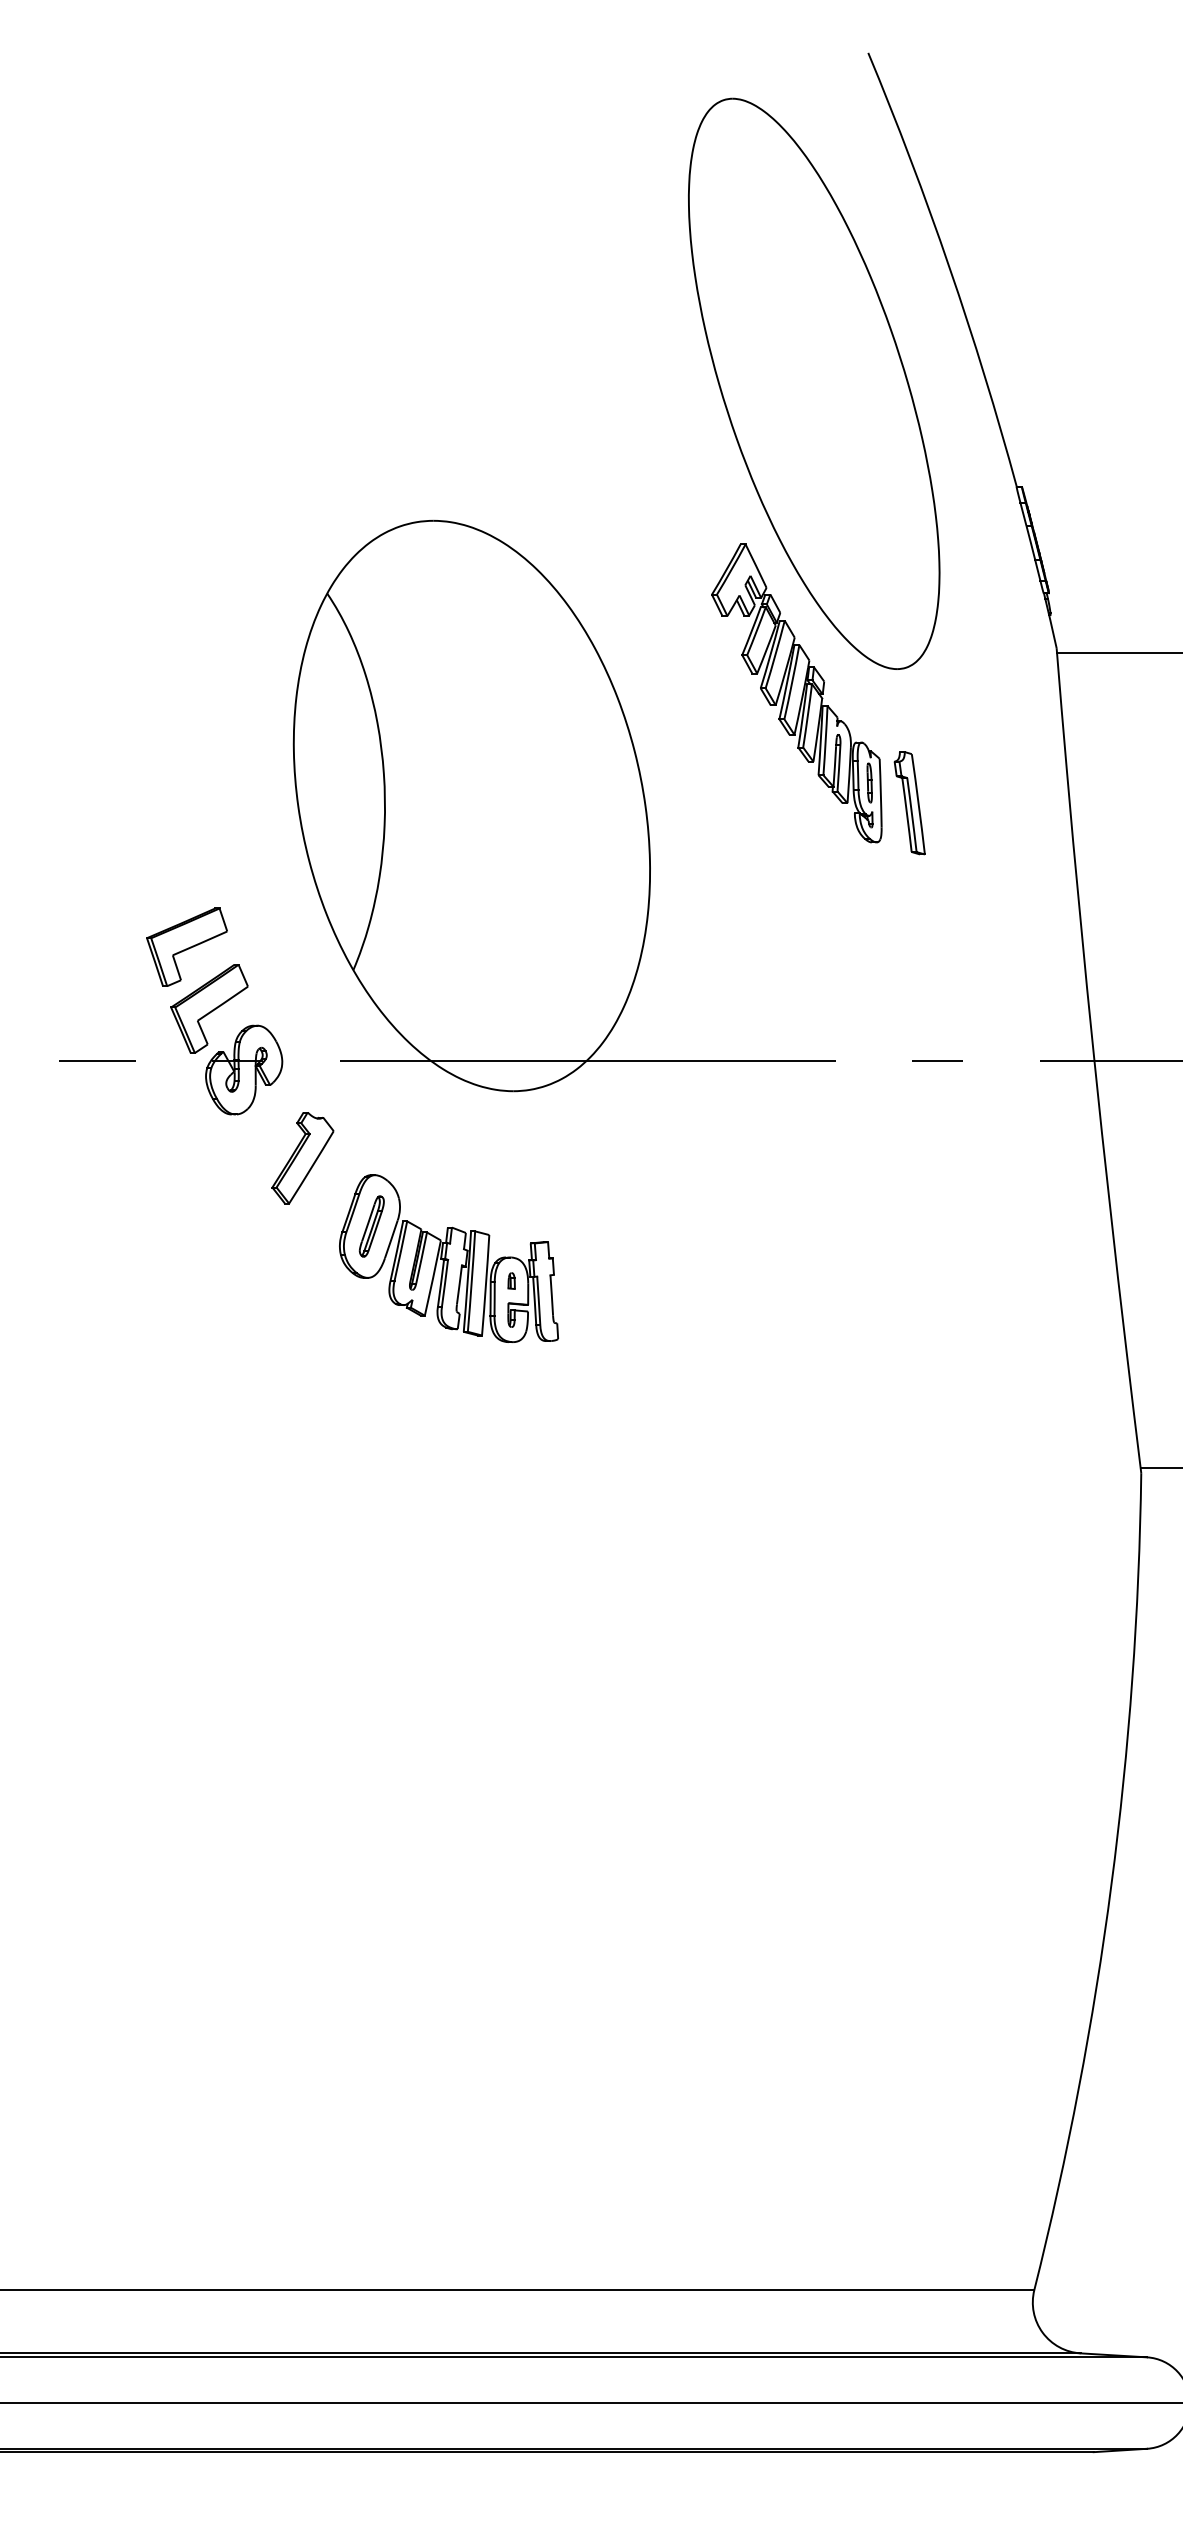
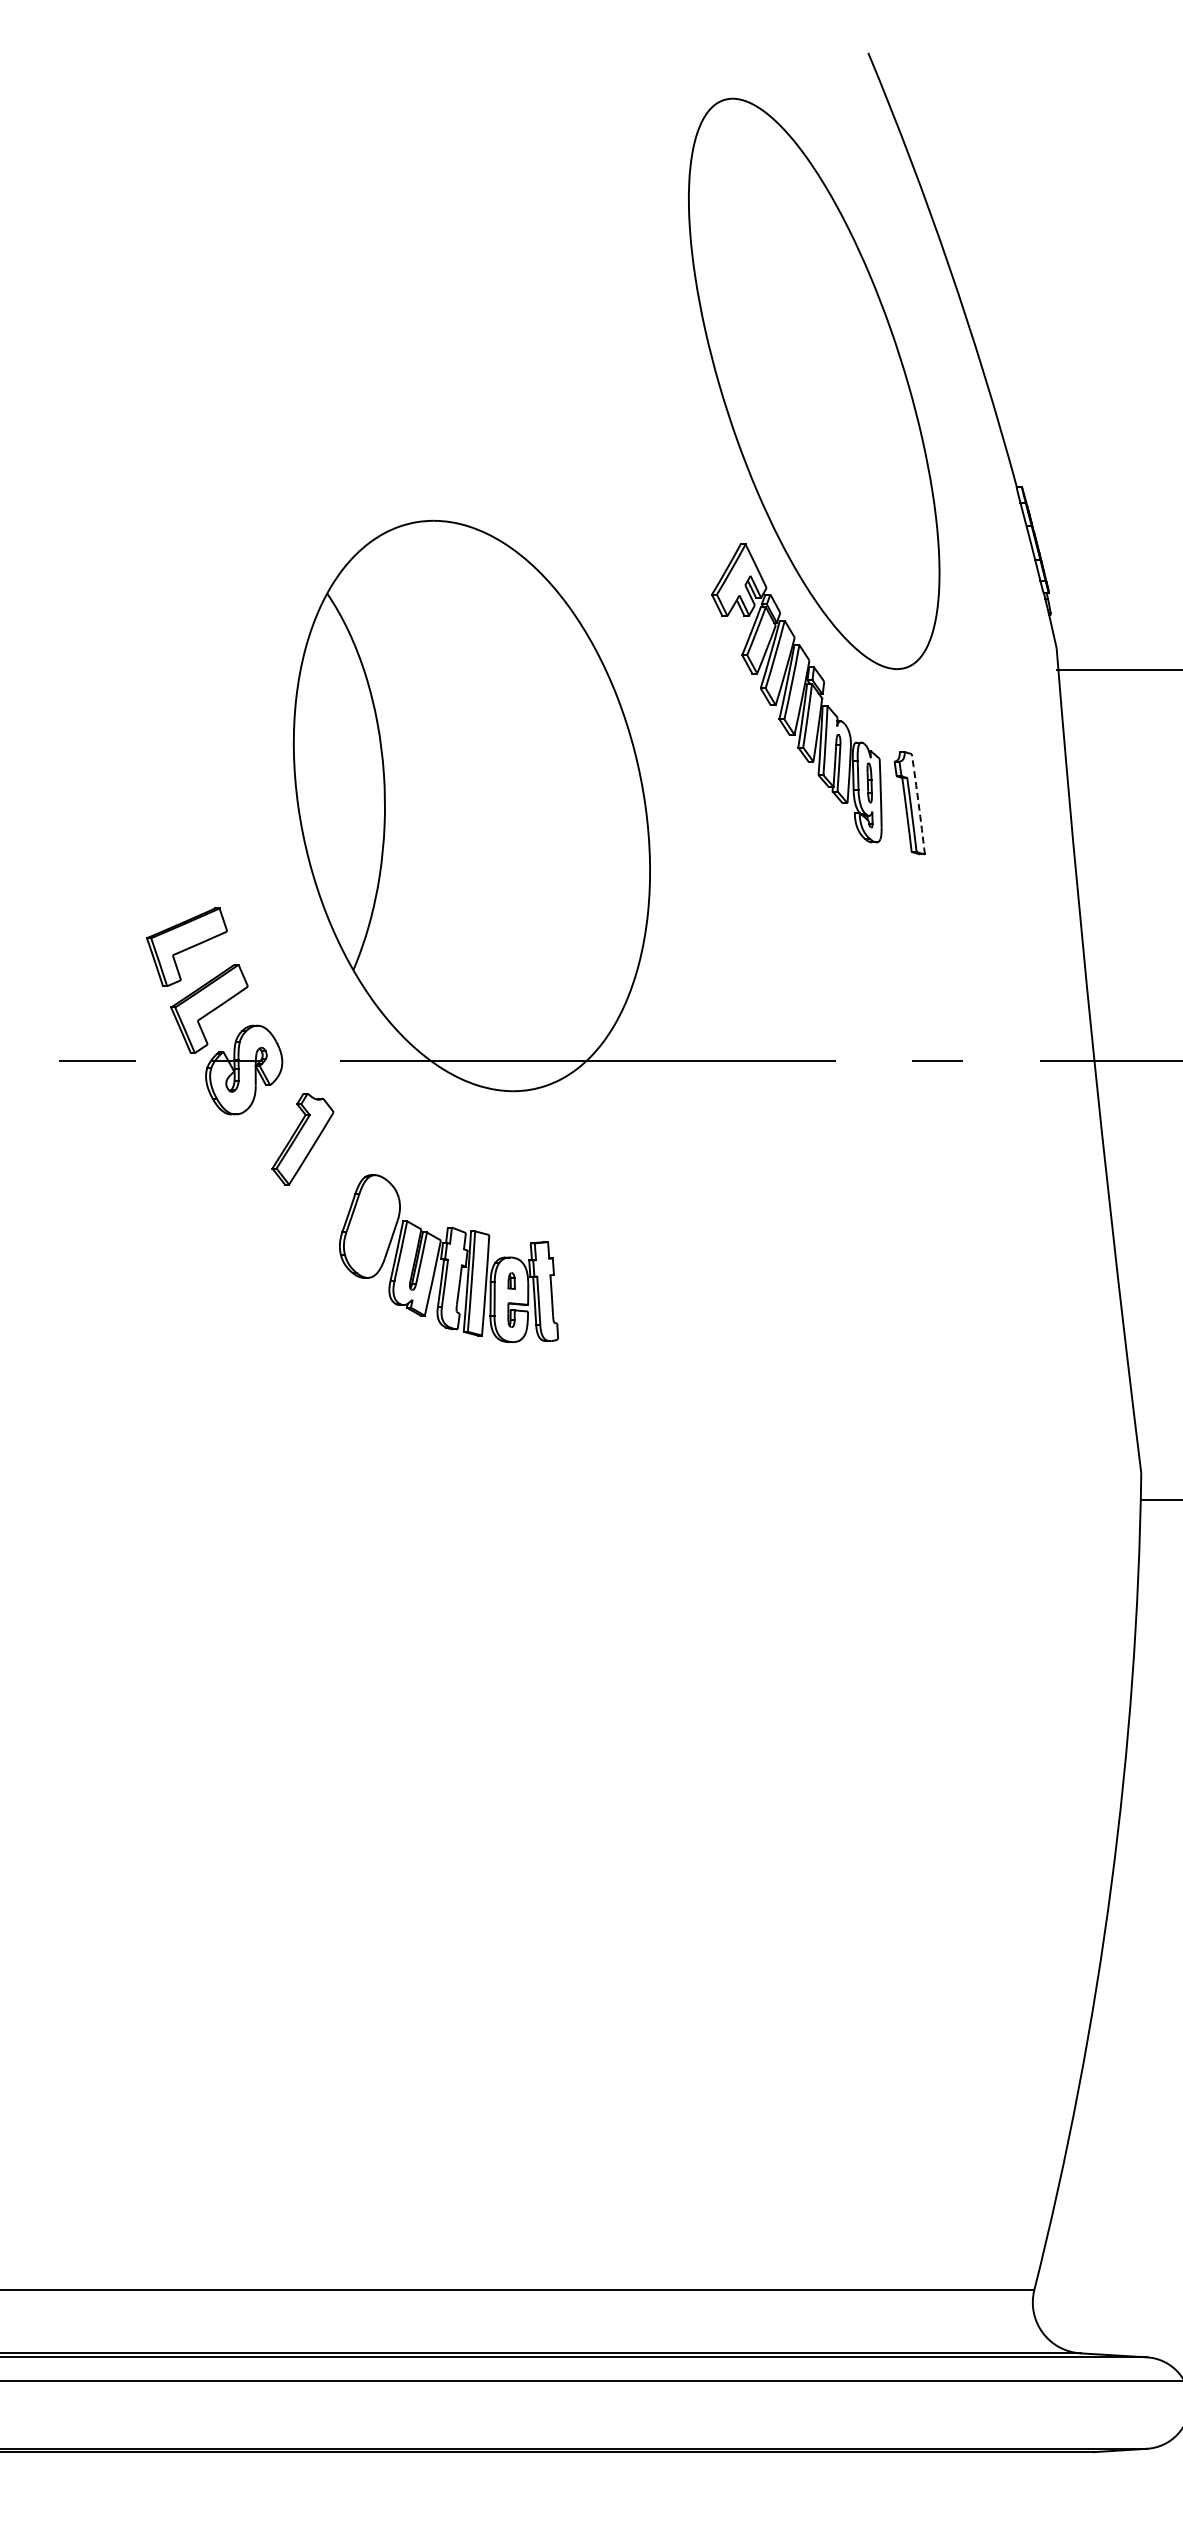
line at (1118, 653) position: (1118, 653) -> (1118, 670)
arc at (918, 804): solid -> dashed
part at (302, 1158) position: (302, 1158) -> (302, 1139)
part at (371, 1226): present -> none
line at (1159, 1468) position: (1159, 1468) -> (1159, 1500)
line at (590, 2403) position: (590, 2403) -> (590, 2381)
